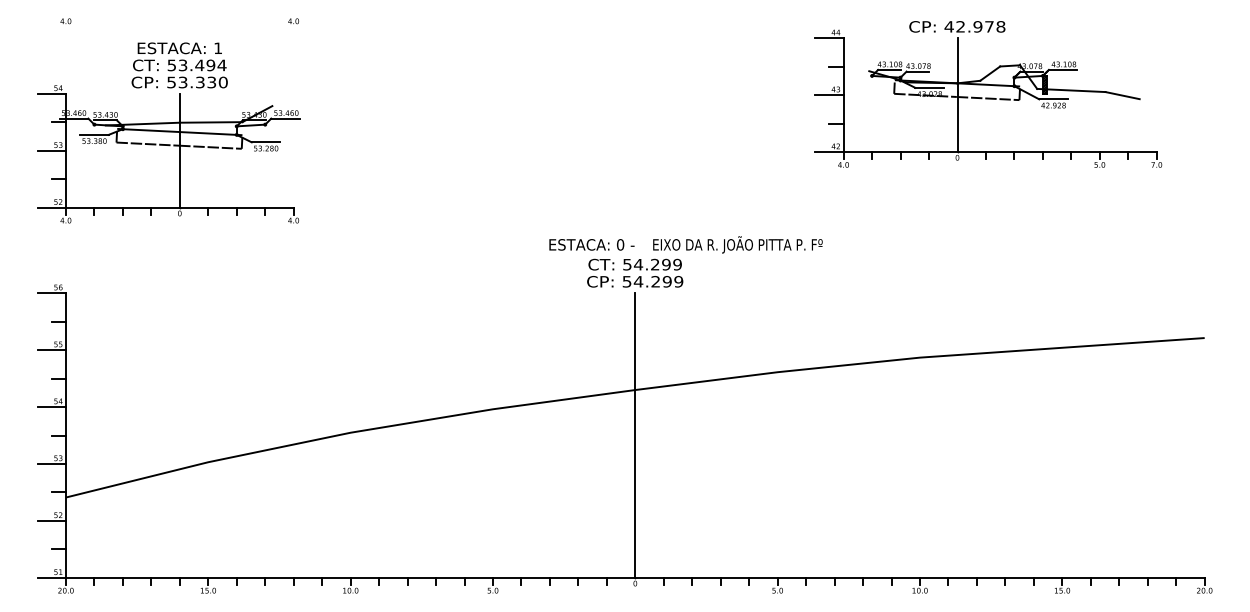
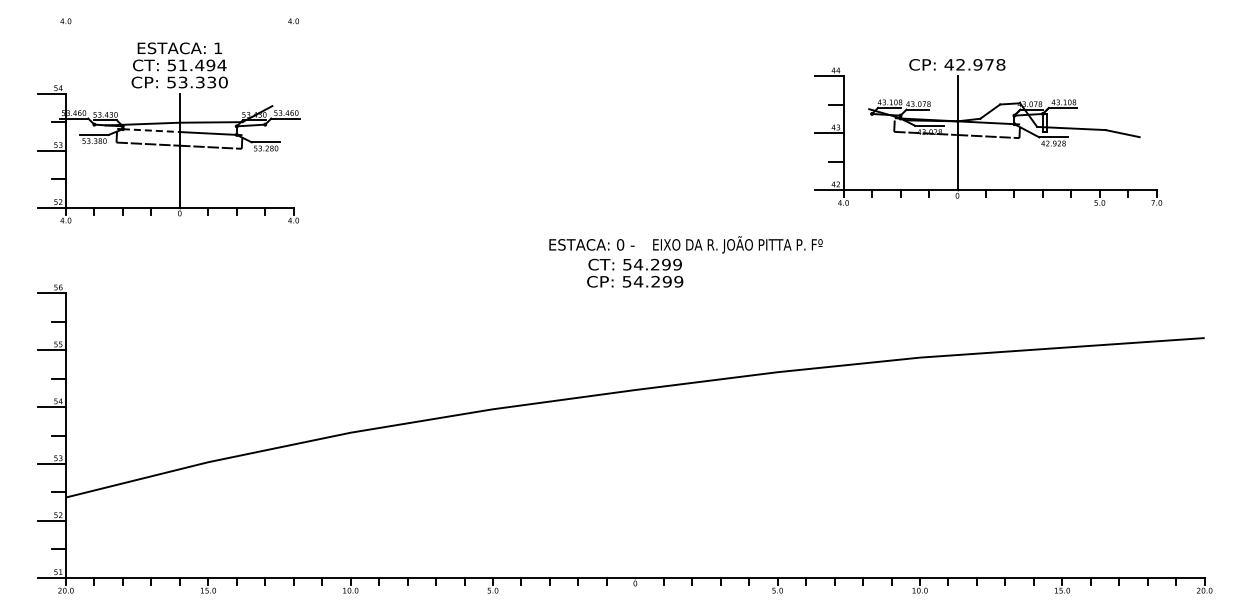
text at (182, 65): 53.494 -> 51.494
part at (988, 94) position: (988, 94) -> (988, 132)
line at (151, 130): solid -> dashed
line at (635, 435): present -> none
